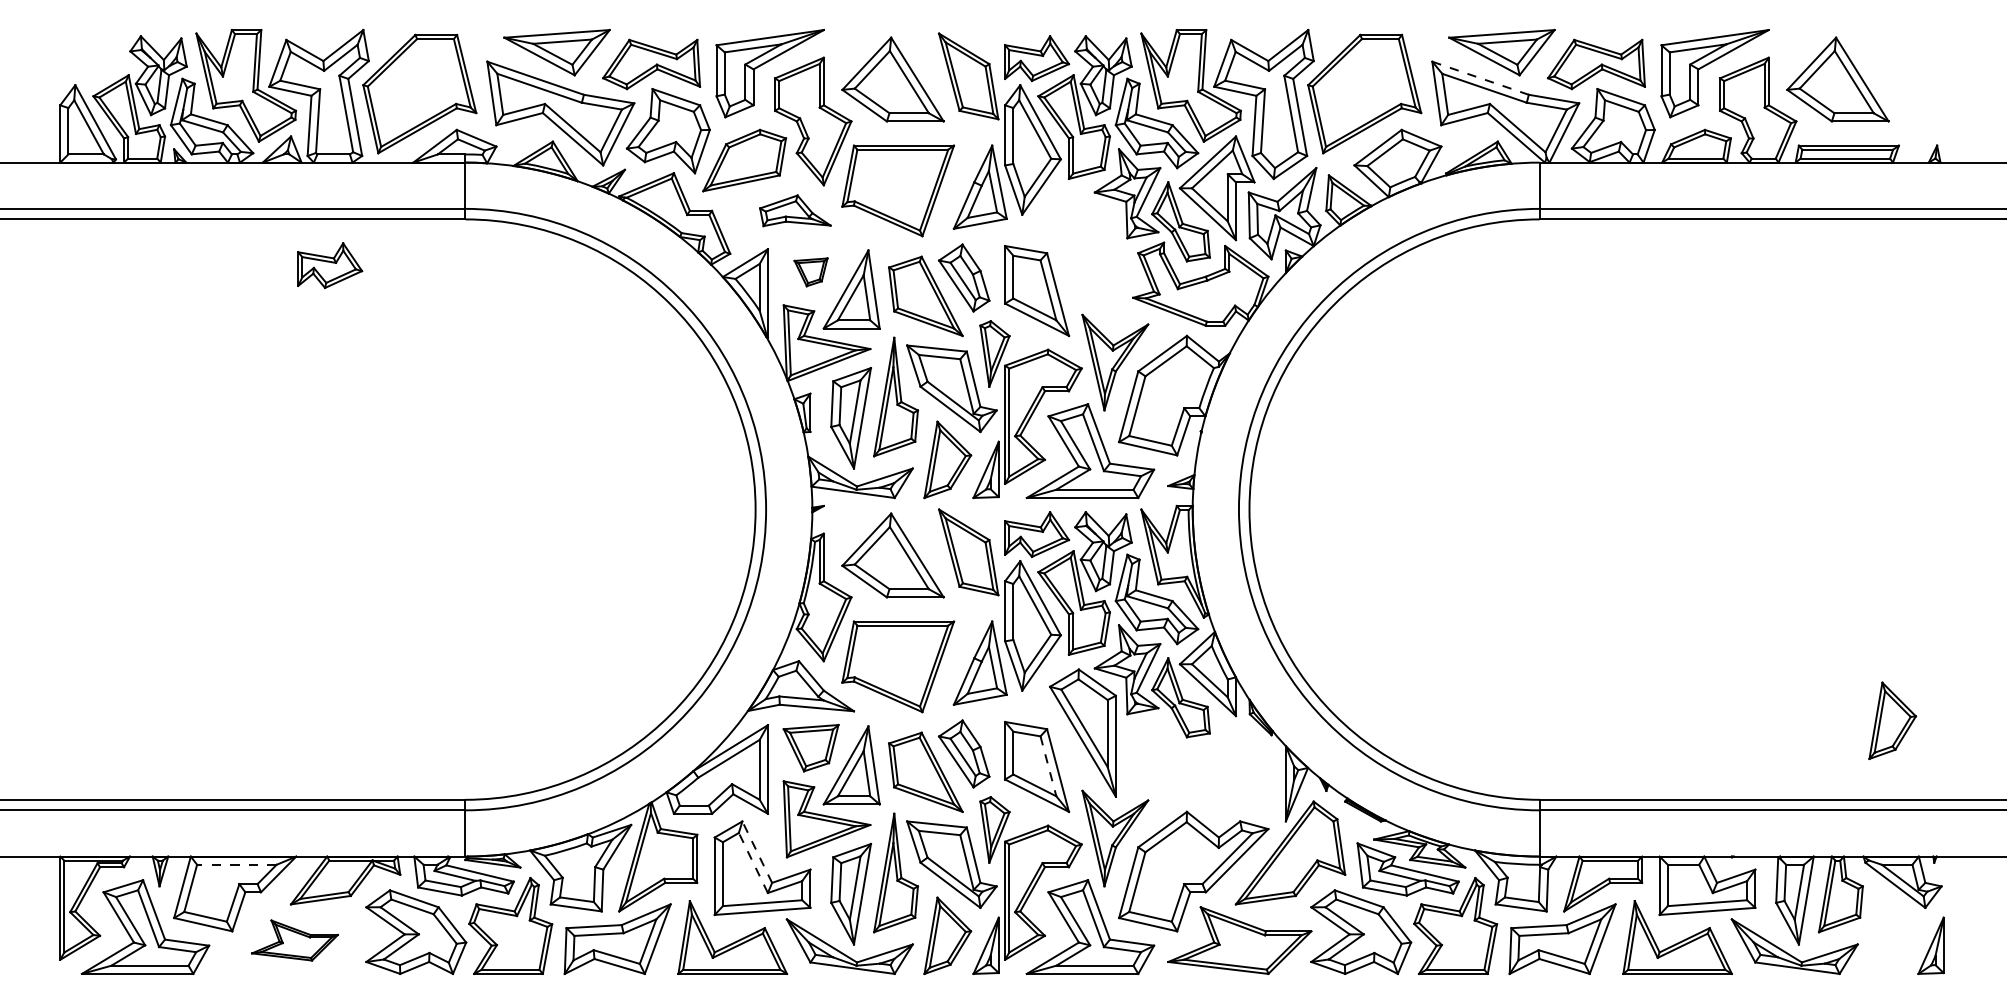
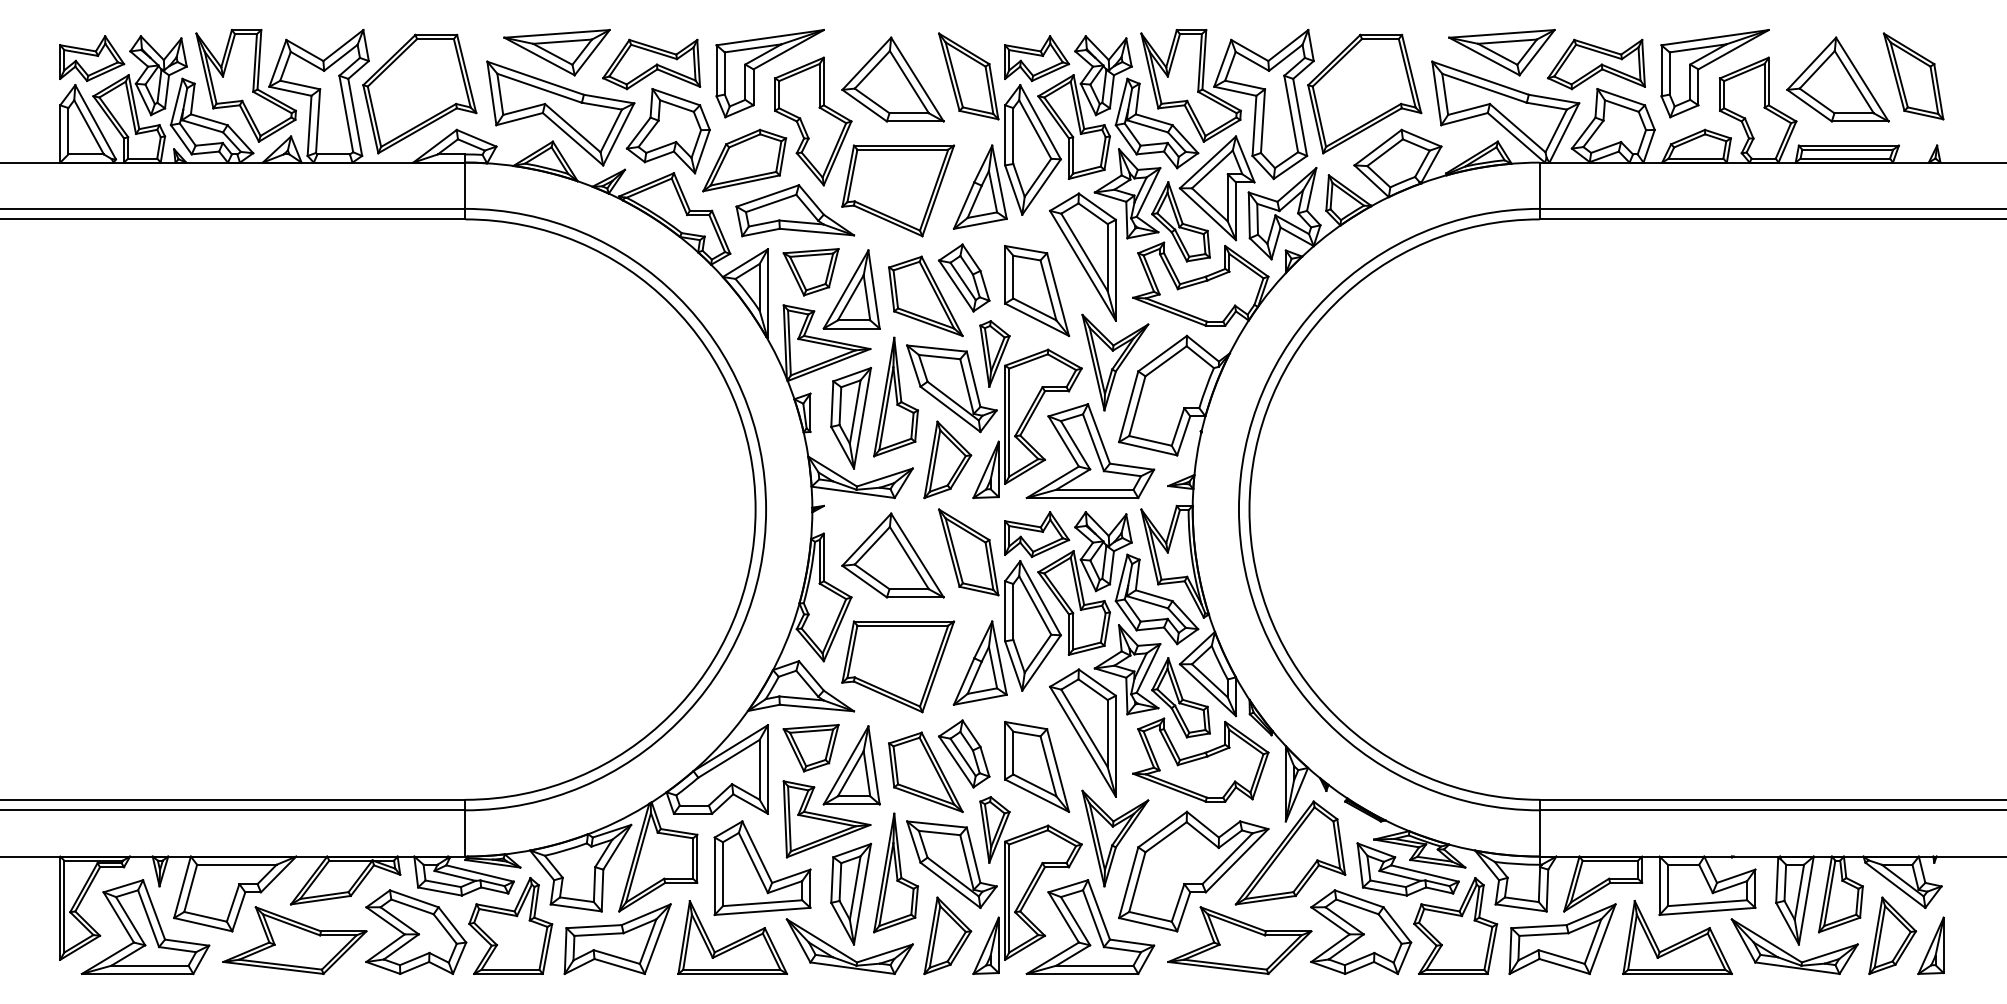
part at (1913, 76): none -> present
line at (1481, 78): dashed -> solid
part at (795, 210) size: 73x34 px -> 121x54 px
part at (1082, 256): none -> present
part at (330, 265) position: (330, 265) -> (92, 58)
part at (810, 272) size: 36x31 px -> 58x49 px
part at (1892, 720) position: (1892, 720) -> (1892, 935)
part at (1200, 759): none -> present
line at (1048, 766): dashed -> solid
line at (757, 851): dashed -> solid
line at (753, 862): dashed -> solid
line at (236, 864): dashed -> solid
part at (294, 940) size: 88x43 px -> 146x69 px
